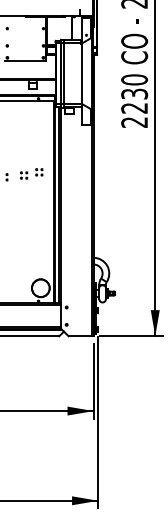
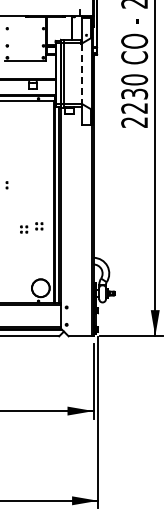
line at (81, 74): solid -> dashed
part at (31, 173) position: (31, 173) -> (31, 227)
part at (6, 177) position: (6, 177) -> (6, 185)
